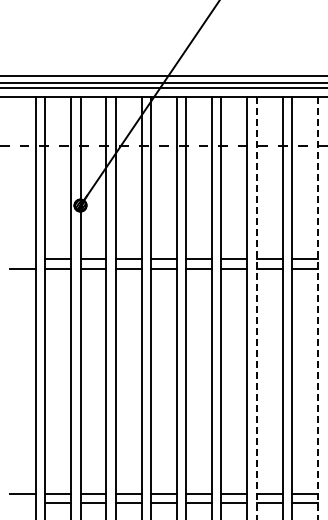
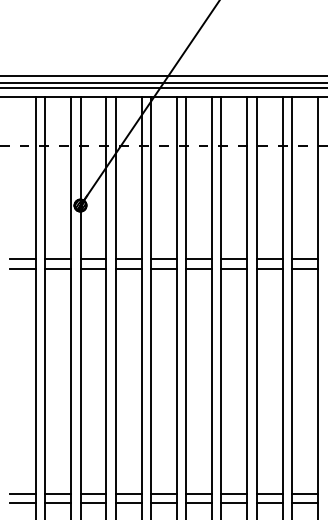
line at (22, 259): none -> present
line at (256, 308): dashed -> solid
line at (317, 308): dashed -> solid
line at (22, 503): none -> present
